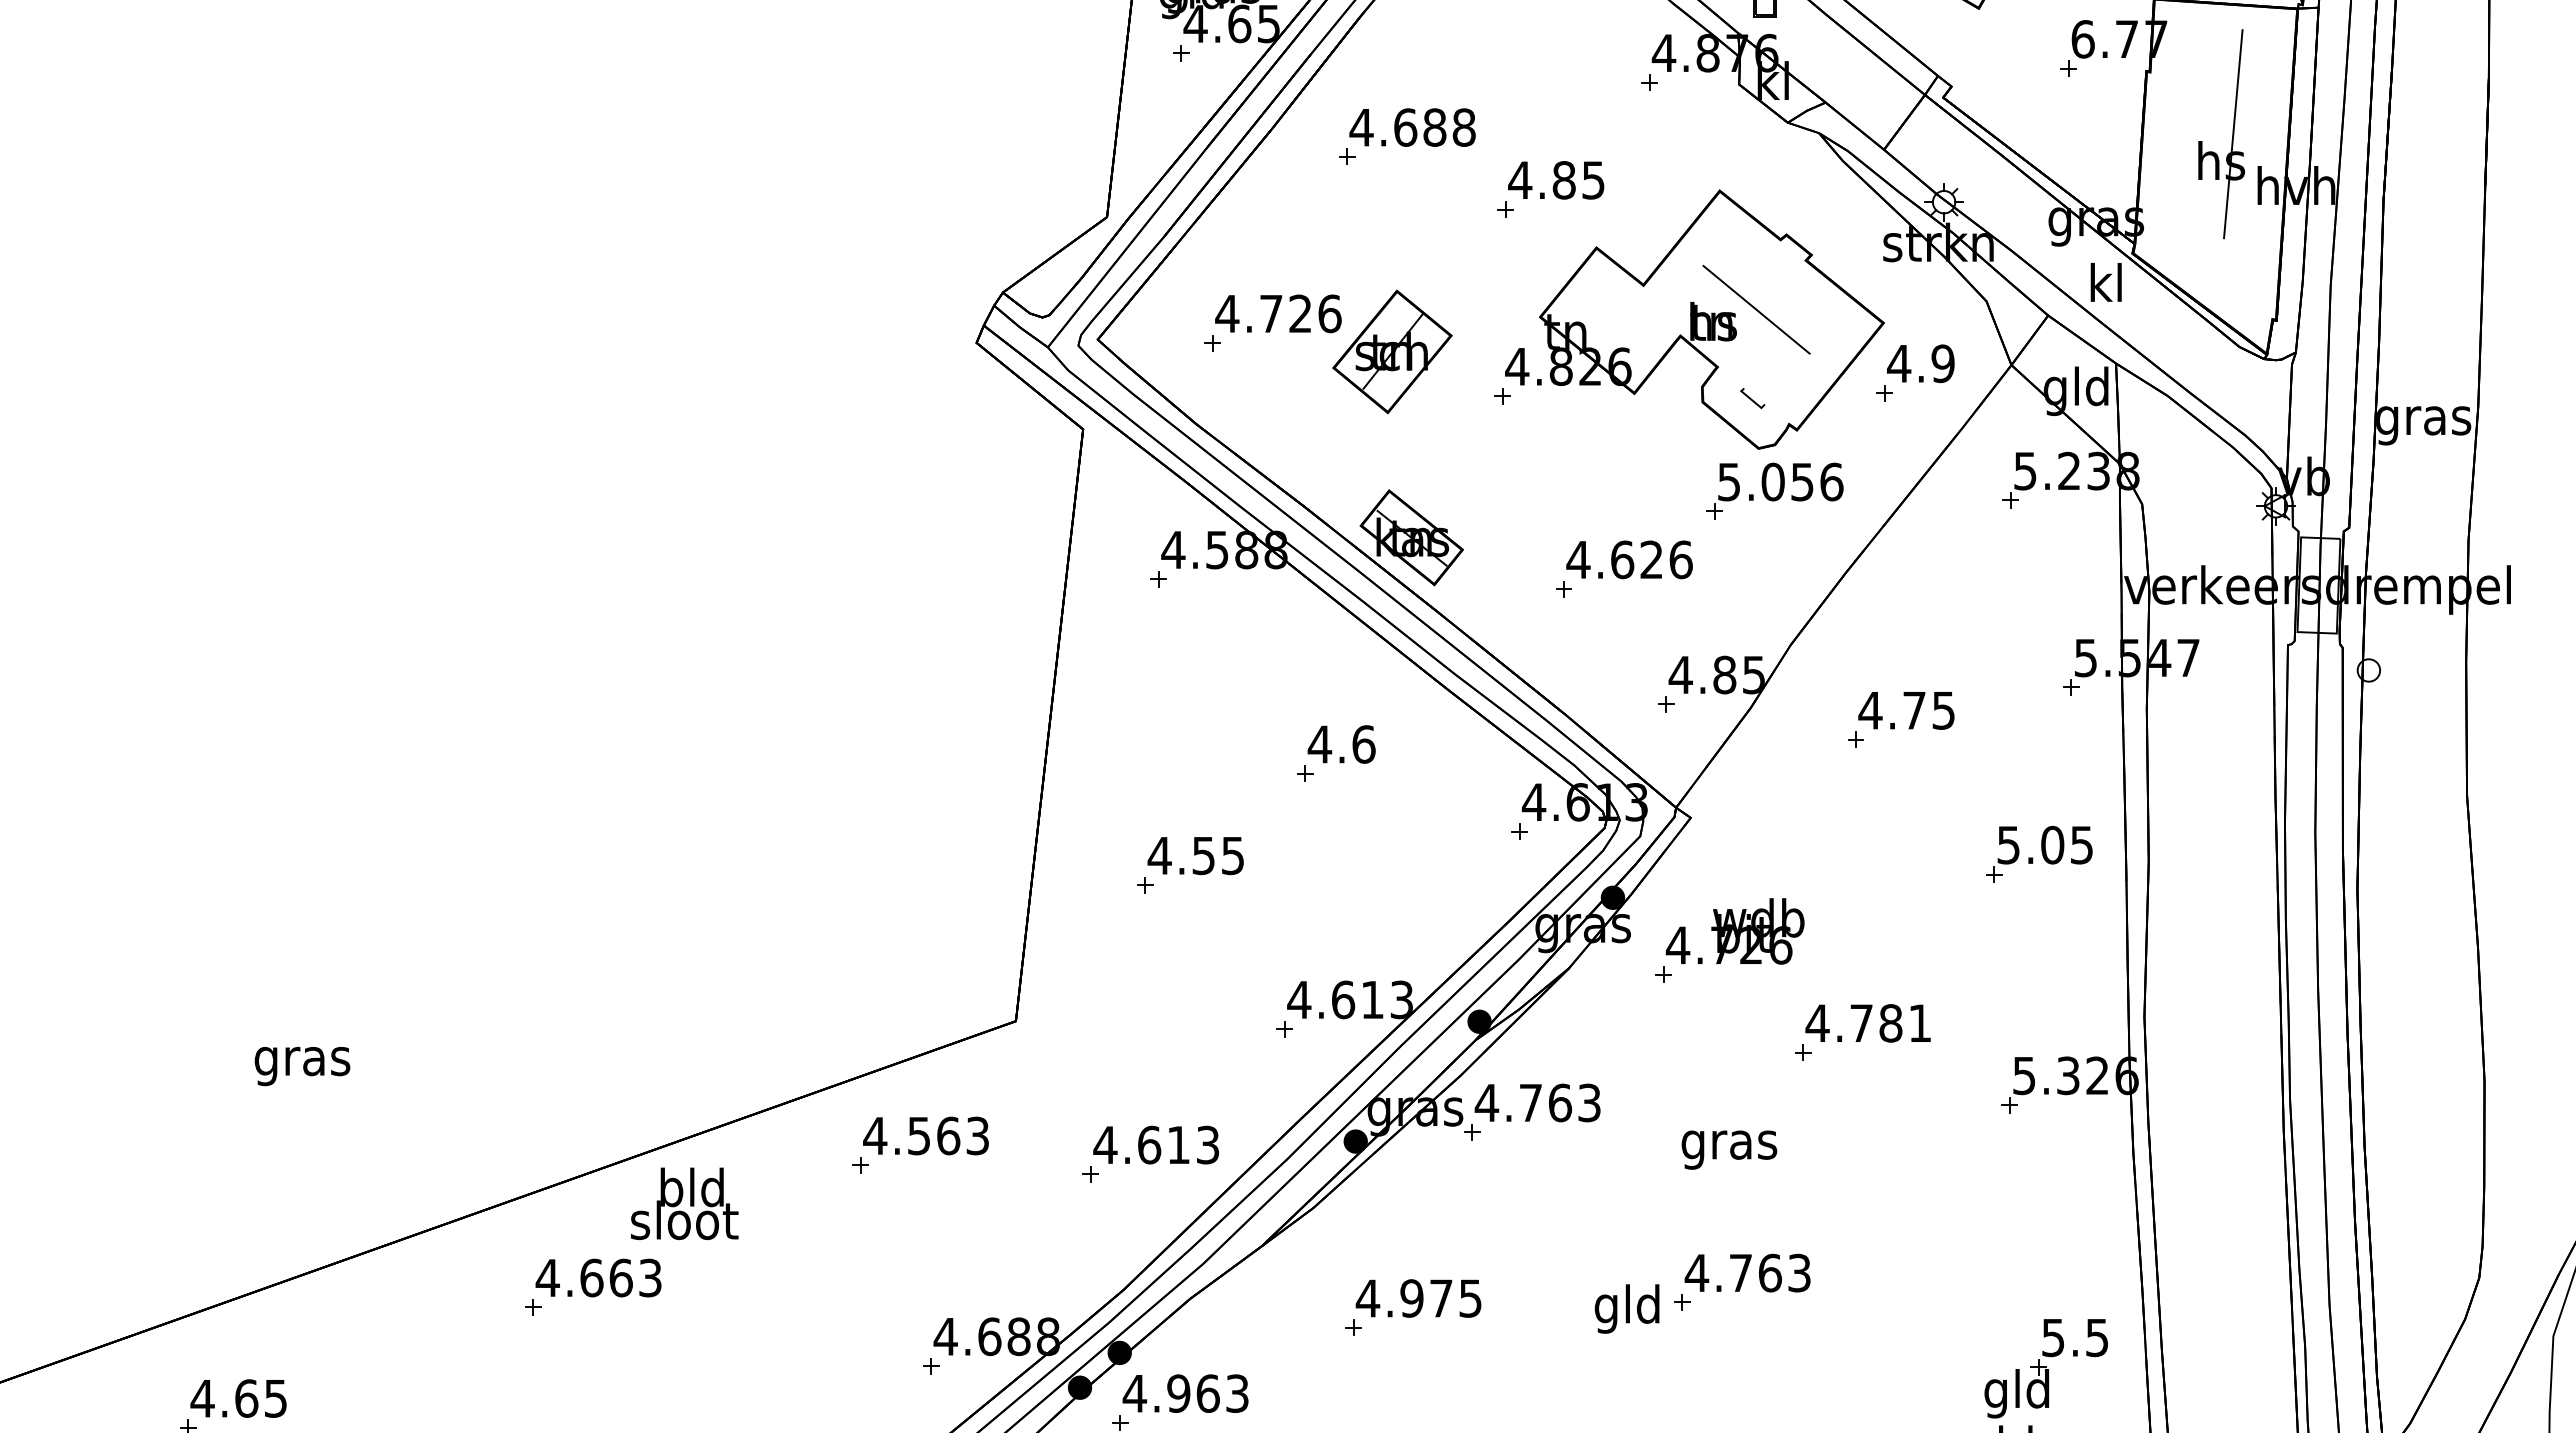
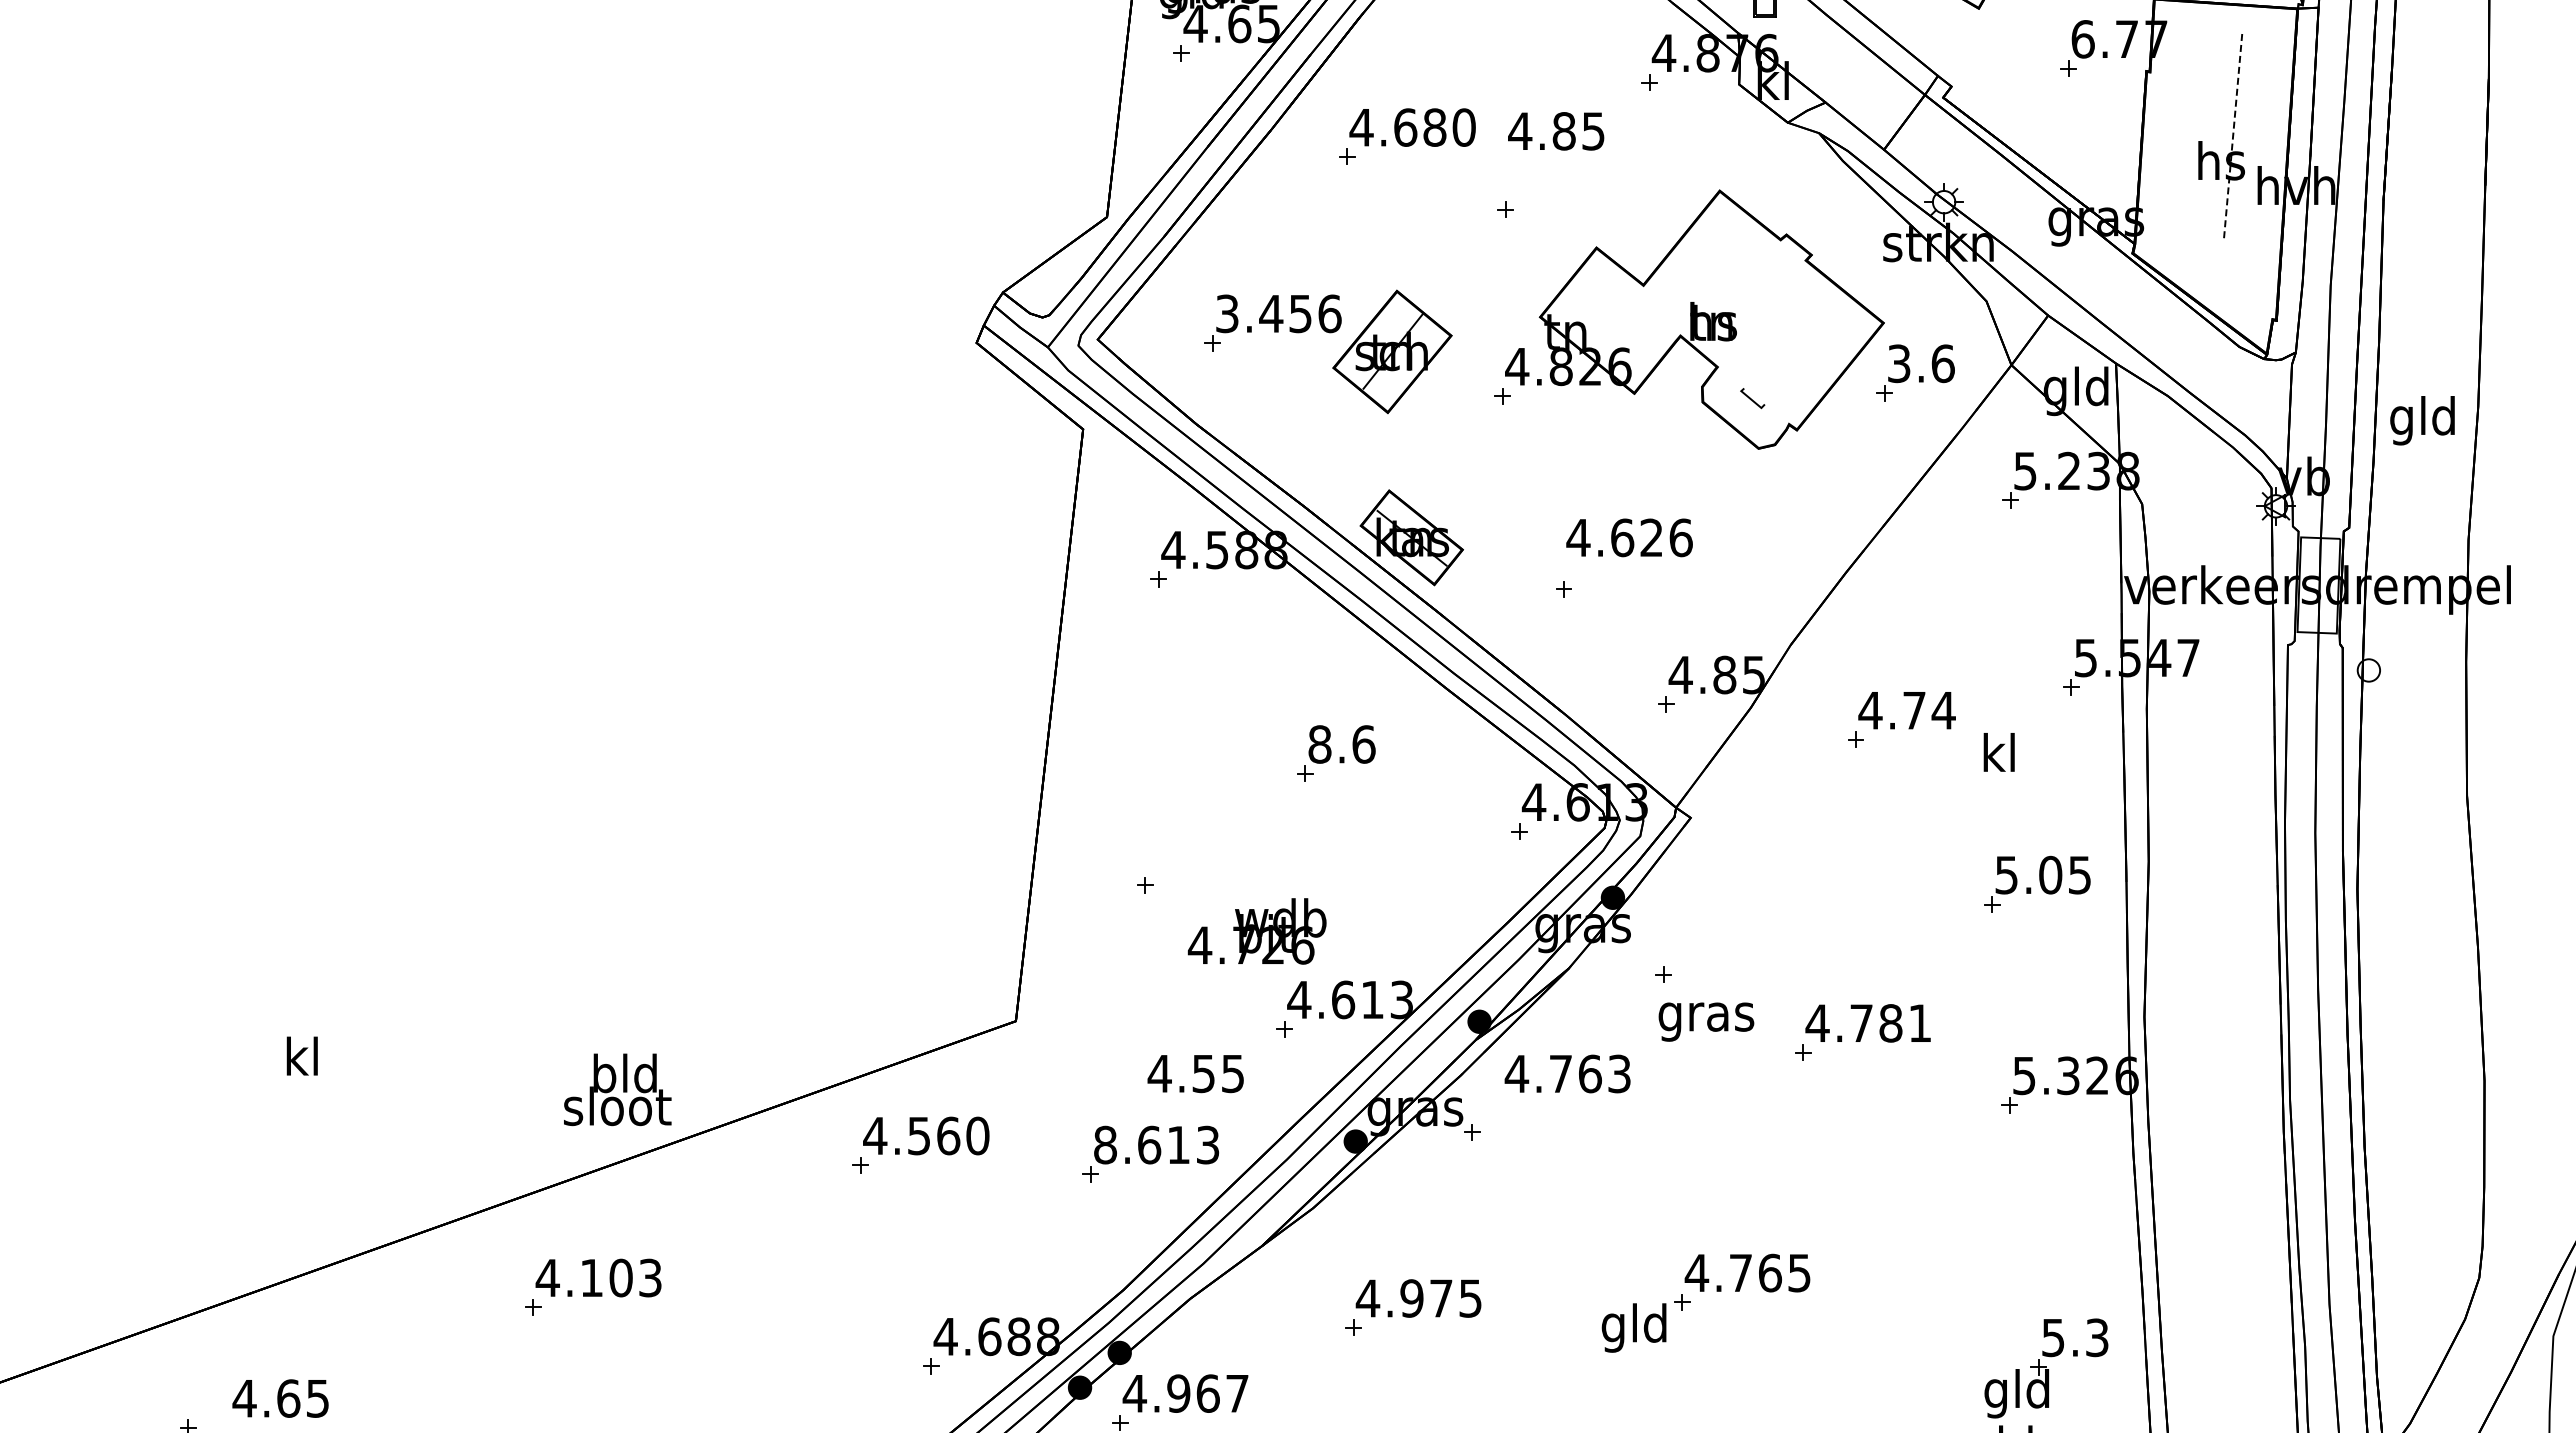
text at (1463, 127): 4.688 -> 4.680
line at (2233, 133): solid -> dashed
text at (1556, 180) position: (1556, 180) -> (1556, 131)
text at (2105, 282) position: (2105, 282) -> (1998, 752)
line at (1756, 309): present -> none
text at (1263, 313): 4.726 -> 3.456
text at (1920, 363): 4.9 -> 3.6
text at (2423, 420): gras -> gld
part at (1774, 490): present -> none
text at (1629, 559) position: (1629, 559) -> (1629, 537)
text at (1943, 710): 4.75 -> 4.74
text at (1319, 744): 4.6 -> 8.6
part at (2039, 853) position: (2039, 853) -> (2037, 883)
text at (1195, 856) position: (1195, 856) -> (1195, 1074)
text at (1734, 931) position: (1734, 931) -> (1256, 931)
text at (302, 1061): gras -> kl
text at (1537, 1102) position: (1537, 1102) -> (1567, 1073)
text at (977, 1135): 4.563 -> 4.560
text at (1105, 1144): 4.613 -> 8.613
text at (1729, 1149) position: (1729, 1149) -> (1706, 1021)
text at (684, 1203) position: (684, 1203) -> (617, 1089)
text at (1799, 1272): 4.763 -> 4.765
text at (606, 1277): 4.663 -> 4.103
text at (1626, 1308) position: (1626, 1308) -> (1633, 1327)
text at (2097, 1337): 5.5 -> 5.3
text at (1237, 1393): 4.963 -> 4.967
text at (238, 1398) position: (238, 1398) -> (280, 1398)
